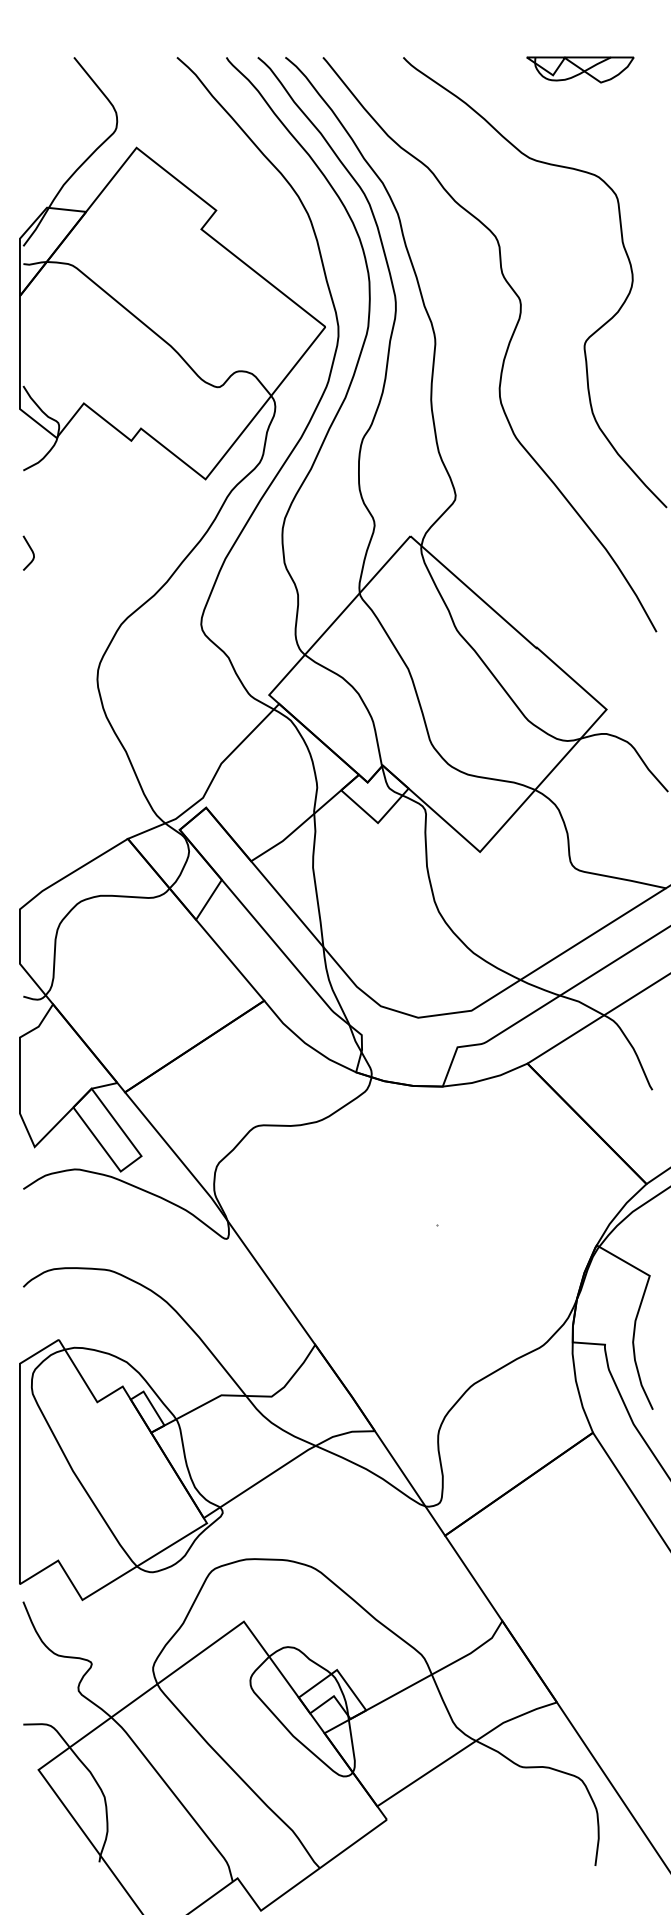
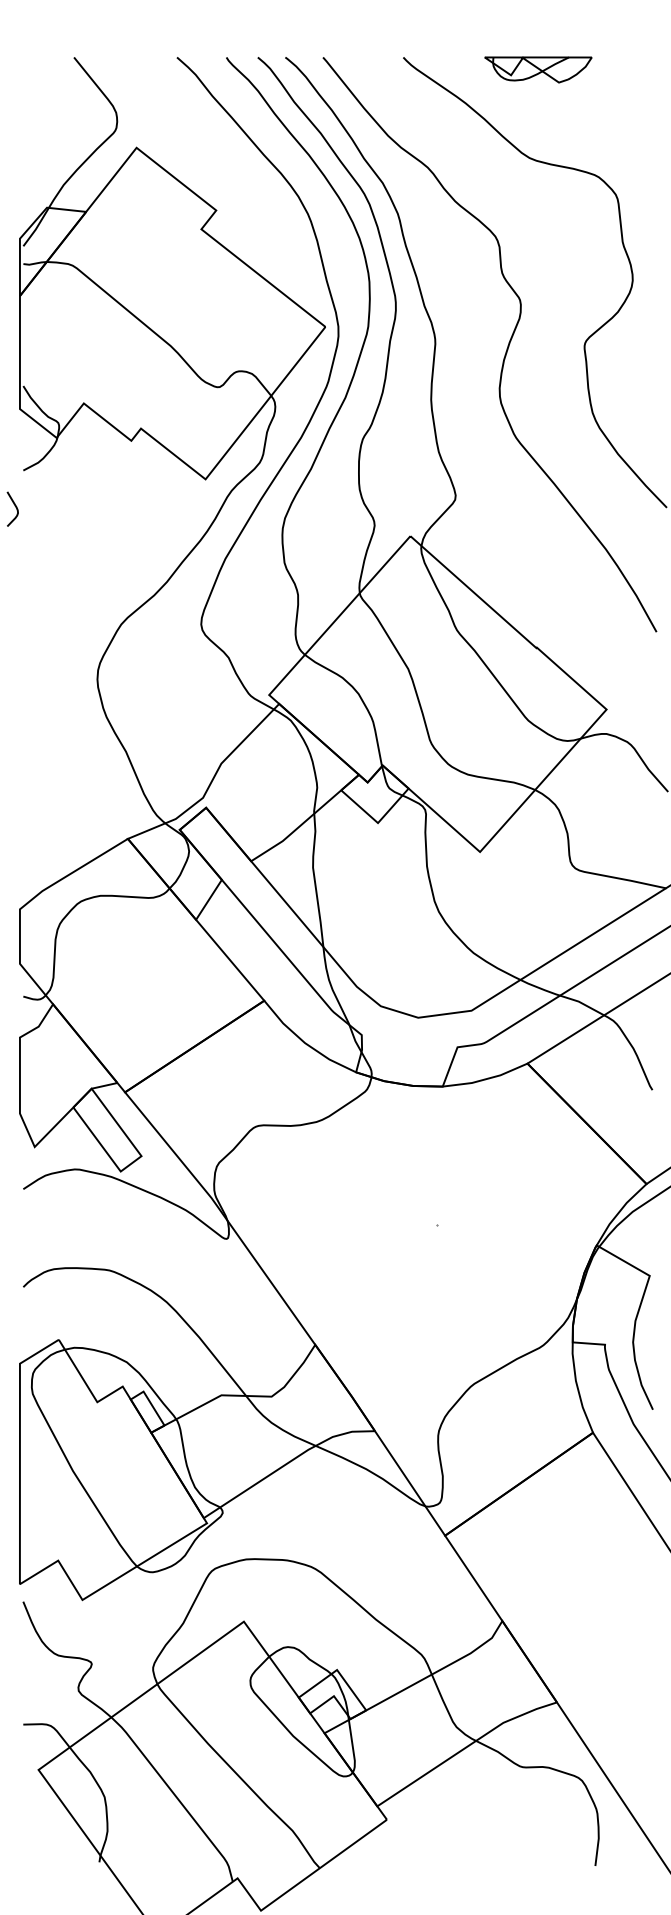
part at (580, 69) position: (580, 69) -> (538, 69)
curve at (30, 550) position: (30, 550) -> (14, 506)
